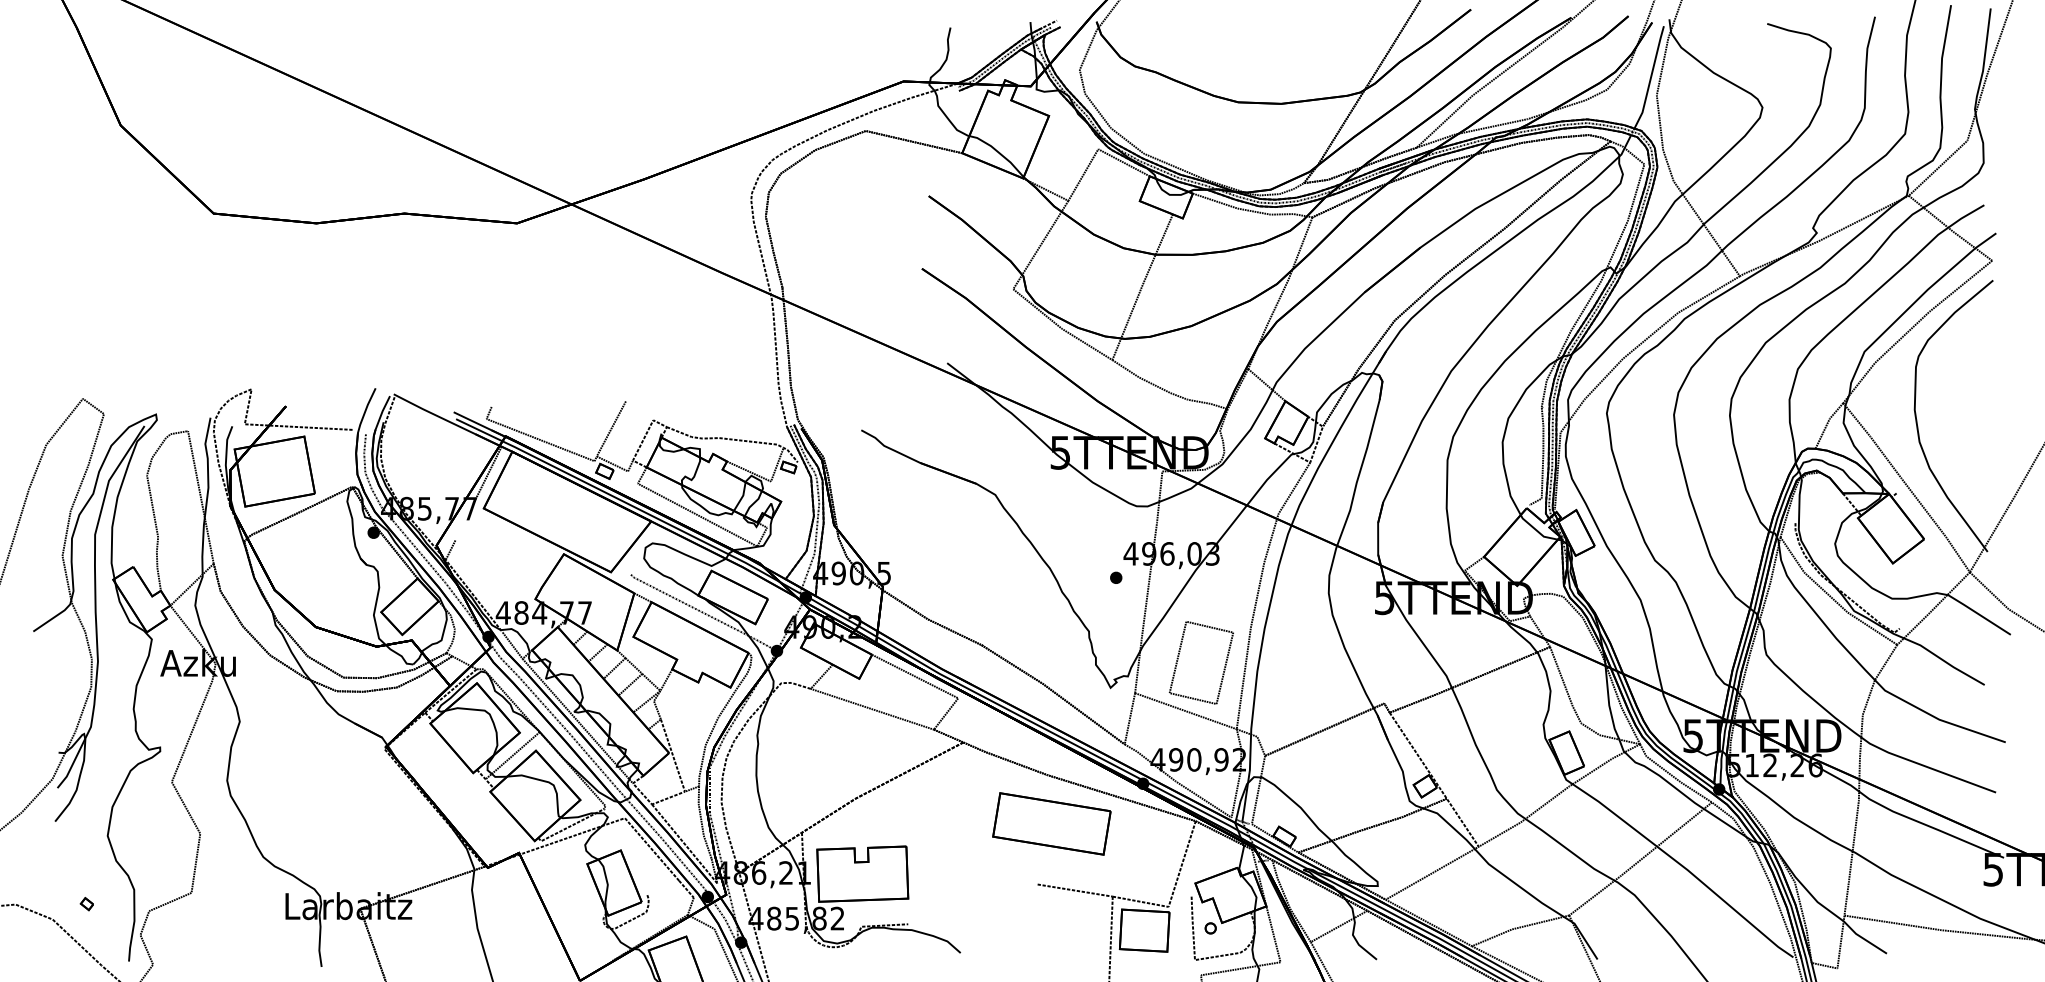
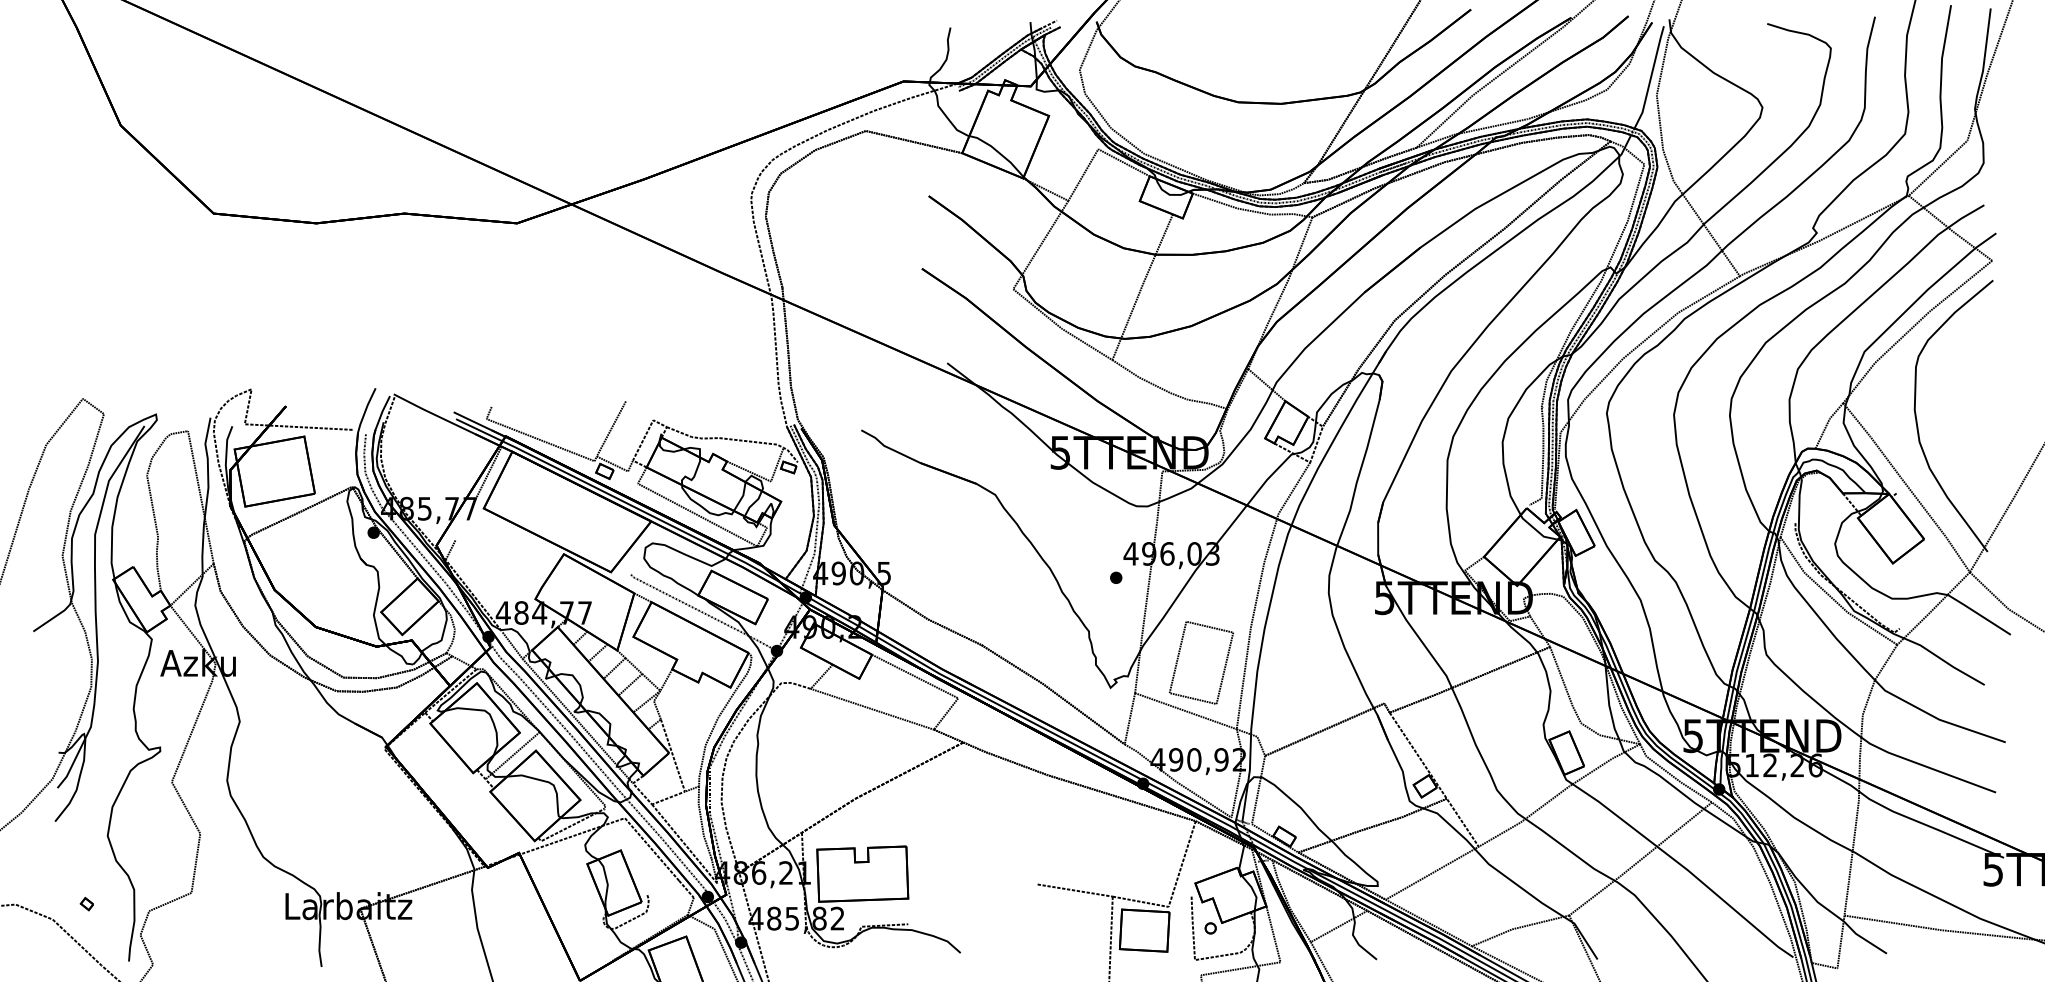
part at (1051, 823): present -> none
